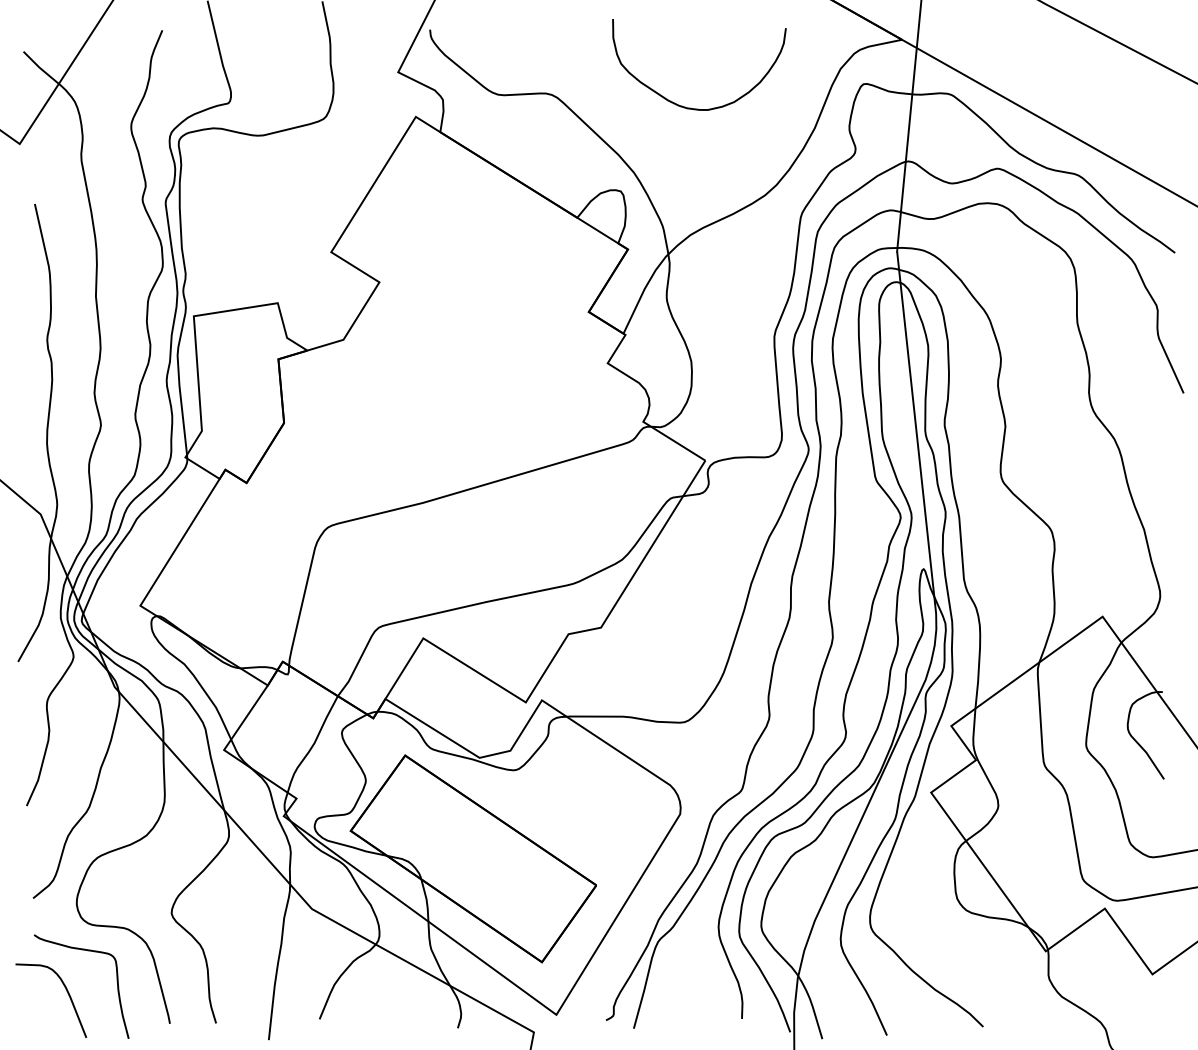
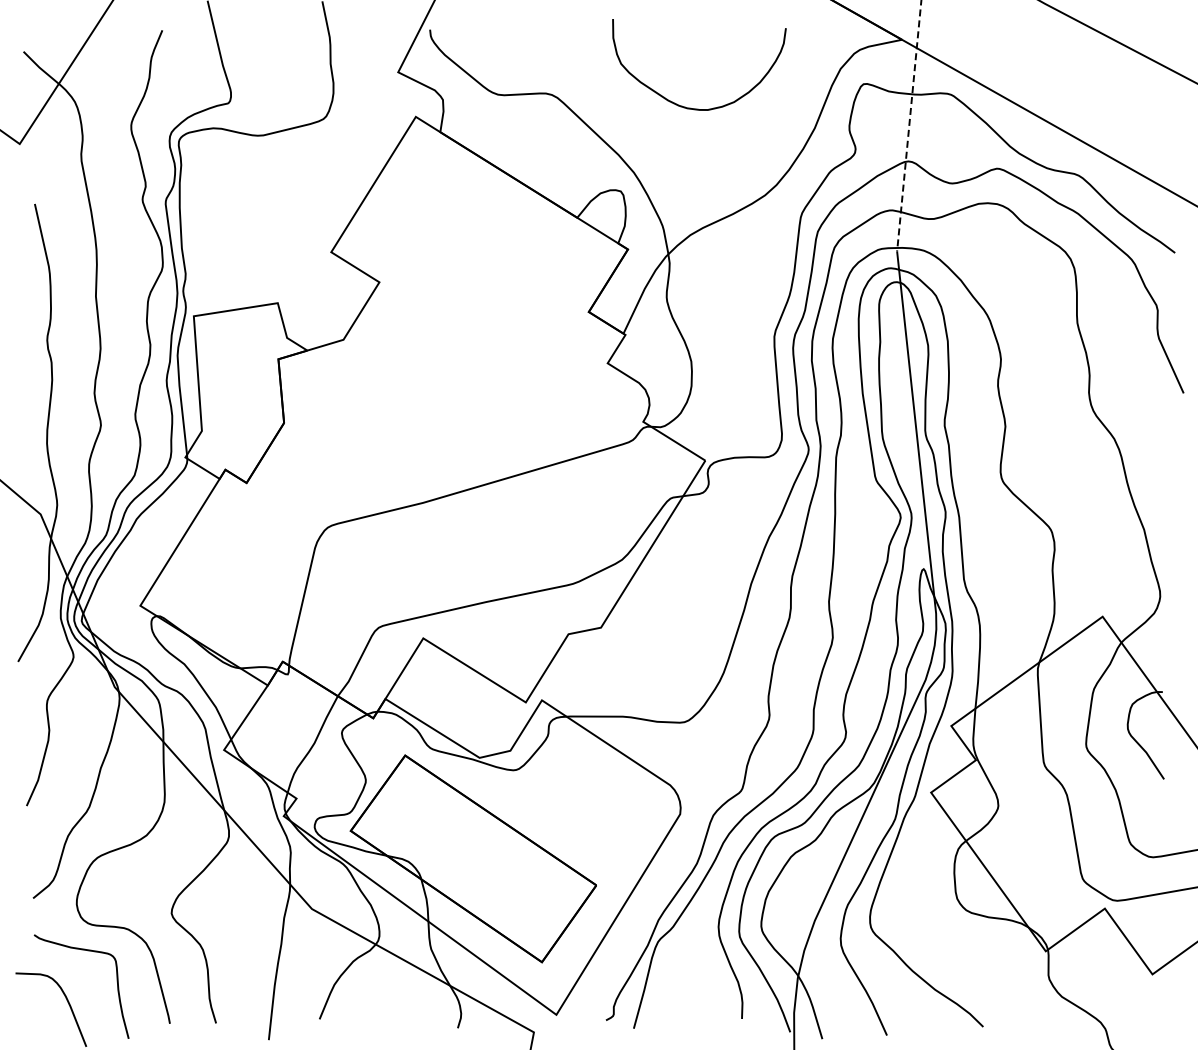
line at (909, 126): solid -> dashed
curve at (67, 993) position: (67, 993) -> (67, 1002)
